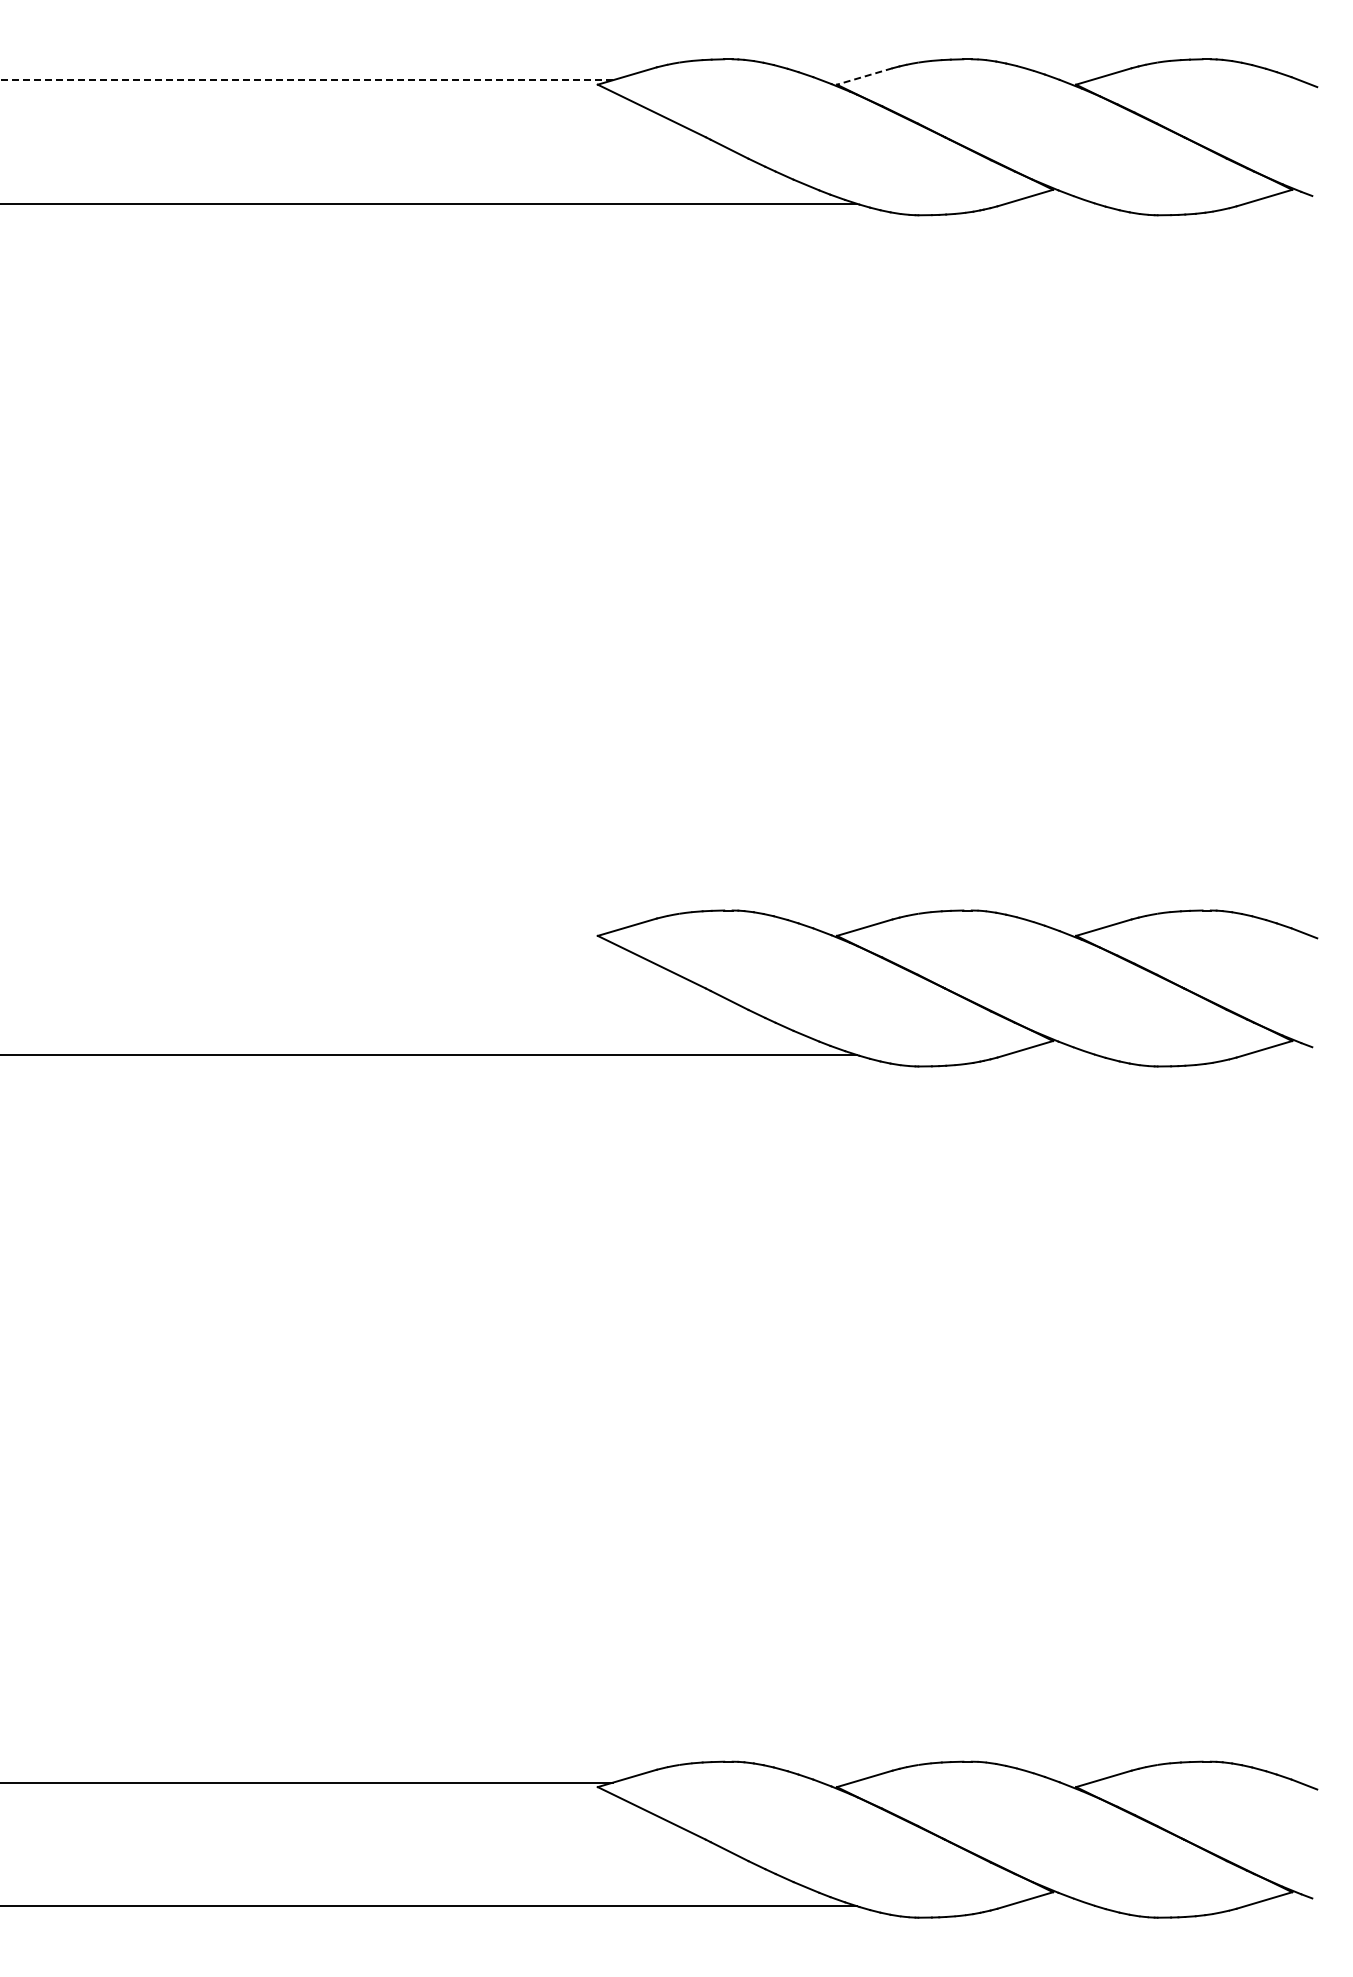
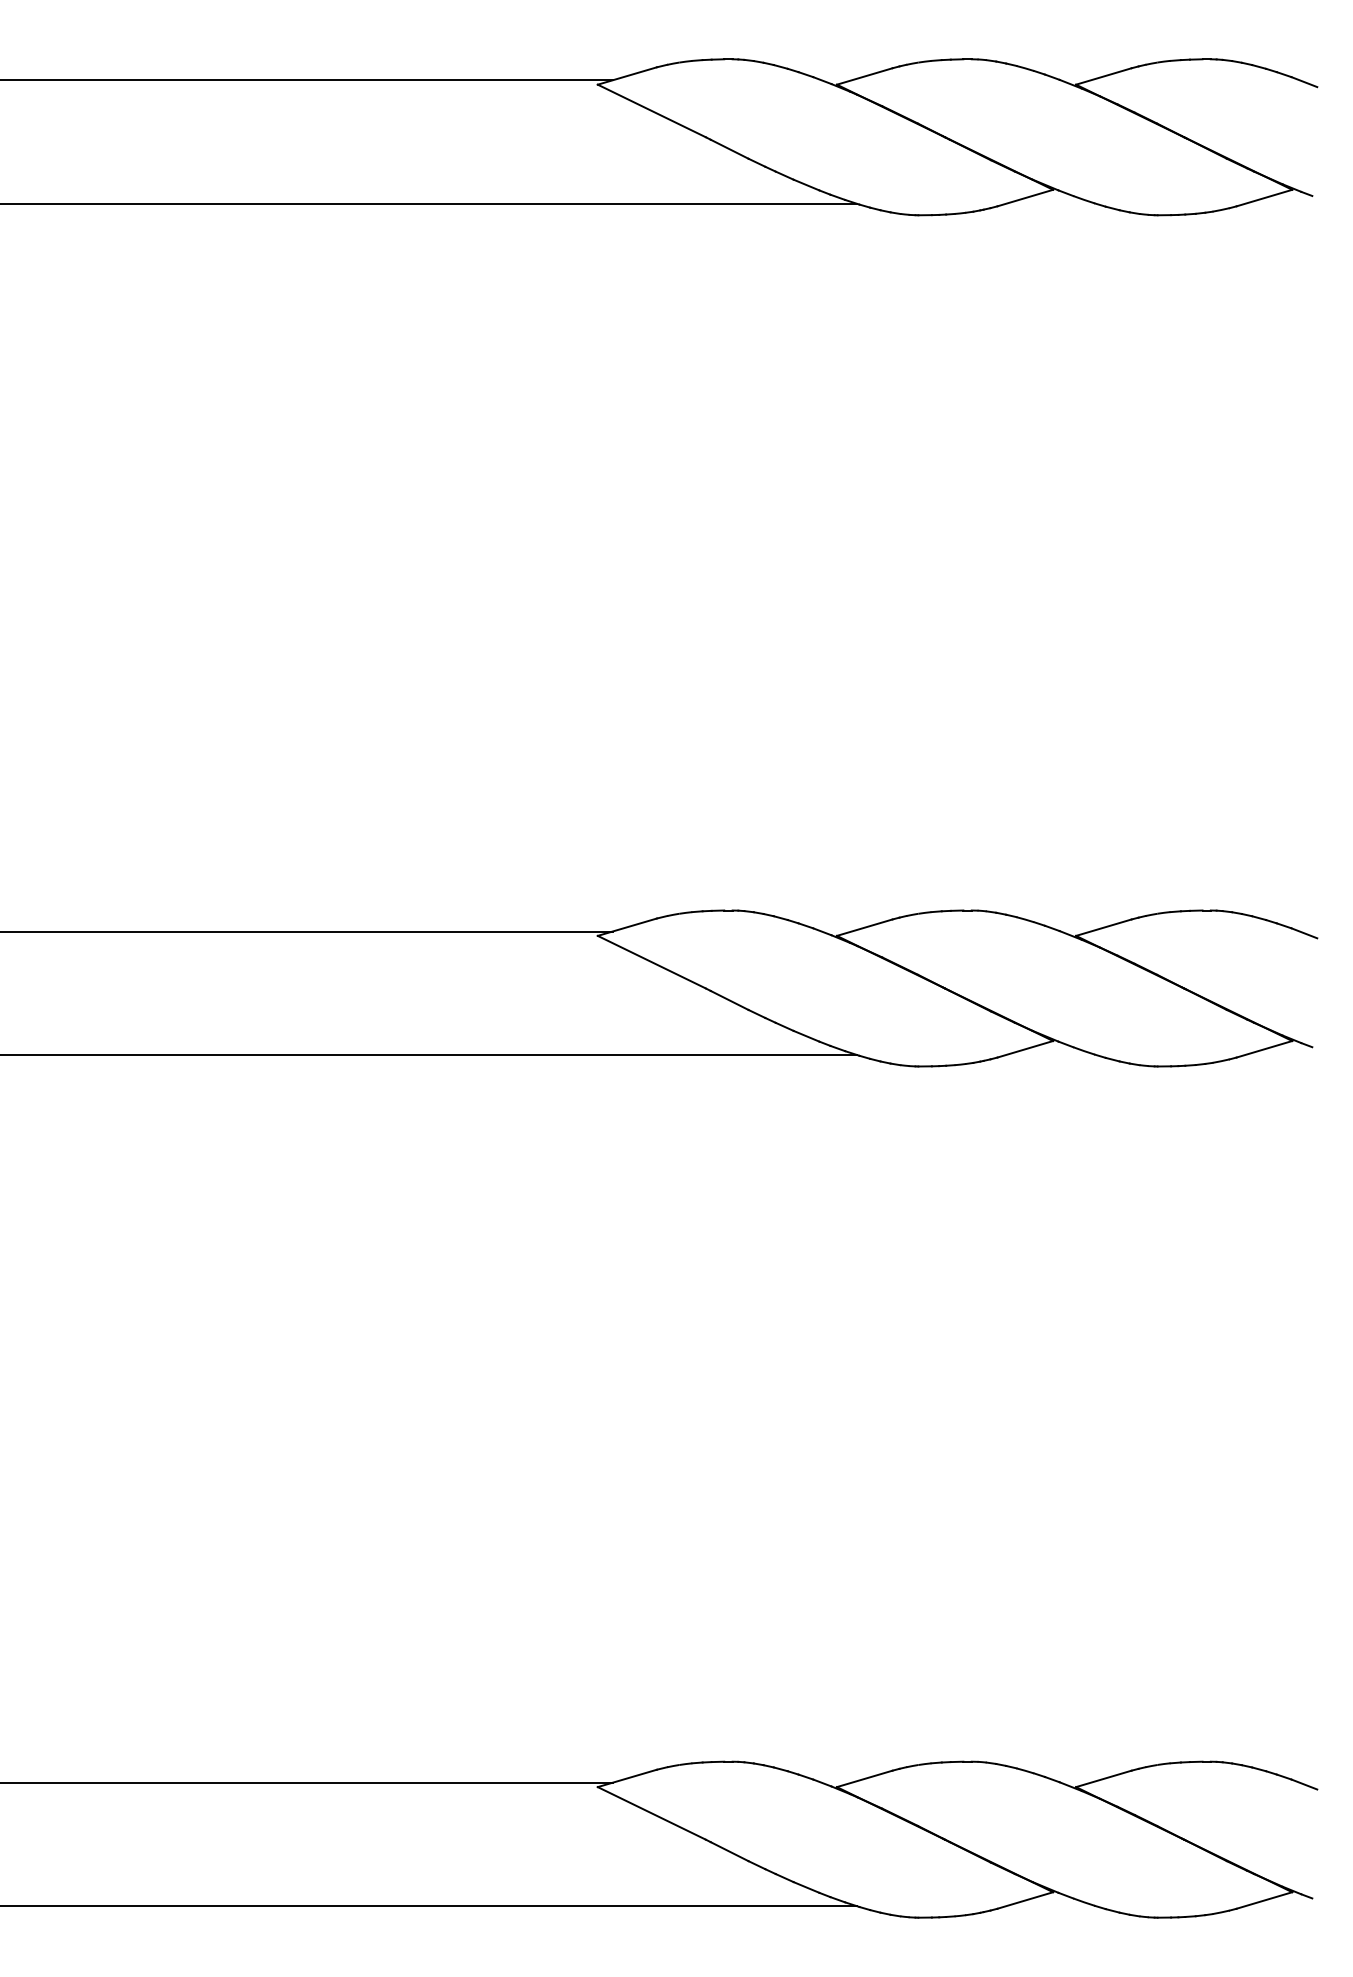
line at (864, 76): dashed -> solid
line at (306, 80): dashed -> solid
line at (307, 931): none -> present
